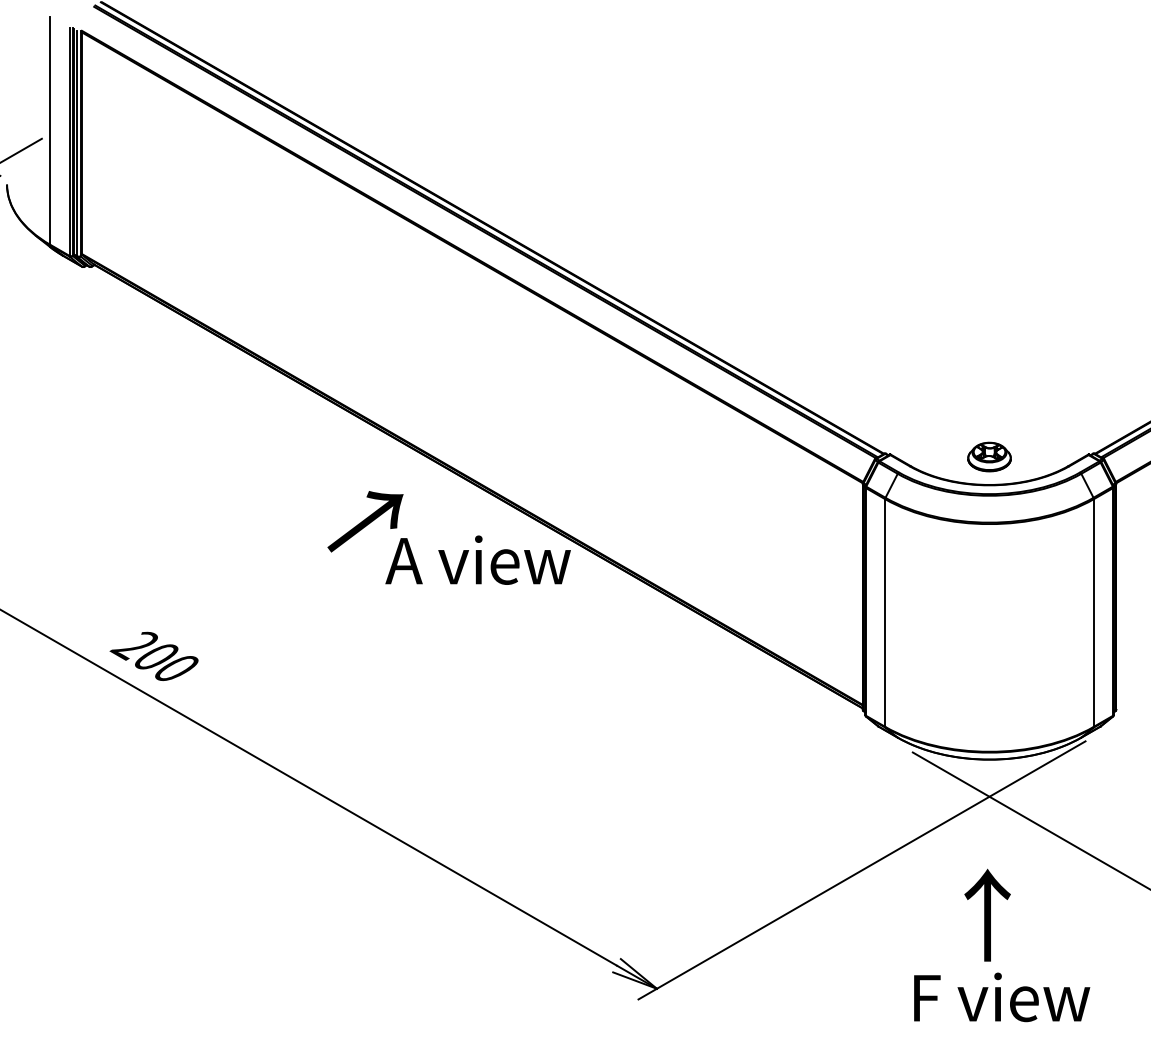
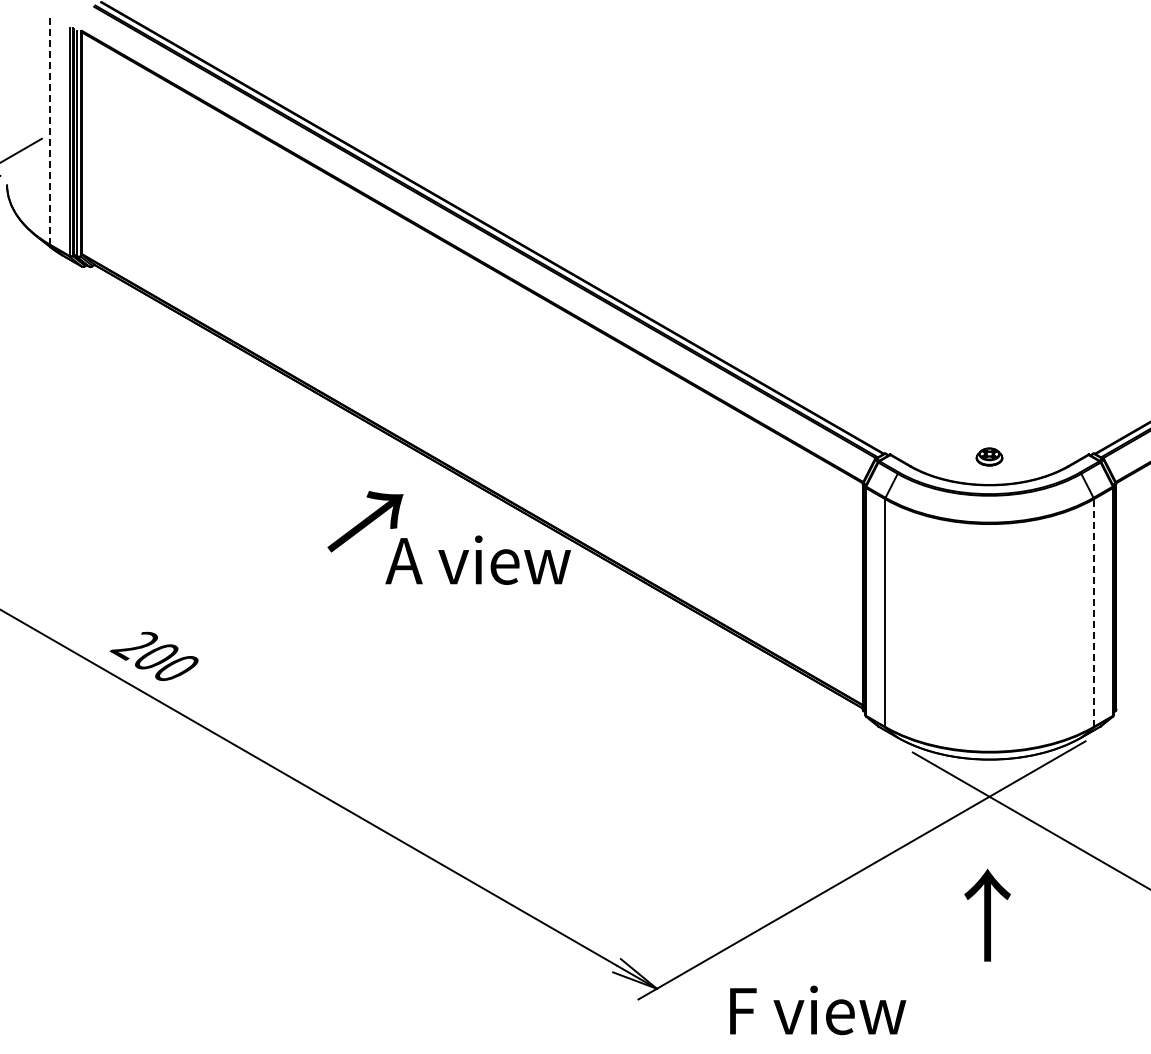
line at (50, 130): solid -> dashed
part at (989, 456) size: 45x32 px -> 29x20 px
line at (1093, 613): solid -> dashed
text at (1002, 997) position: (1002, 997) -> (818, 1010)
